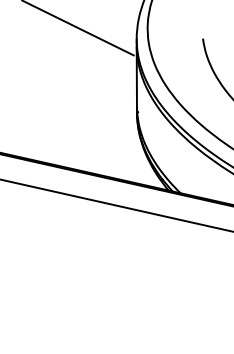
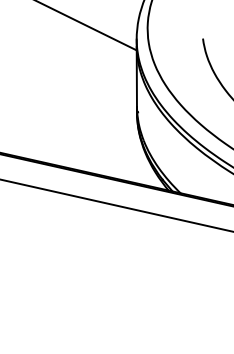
line at (79, 28) position: (79, 28) -> (87, 26)
